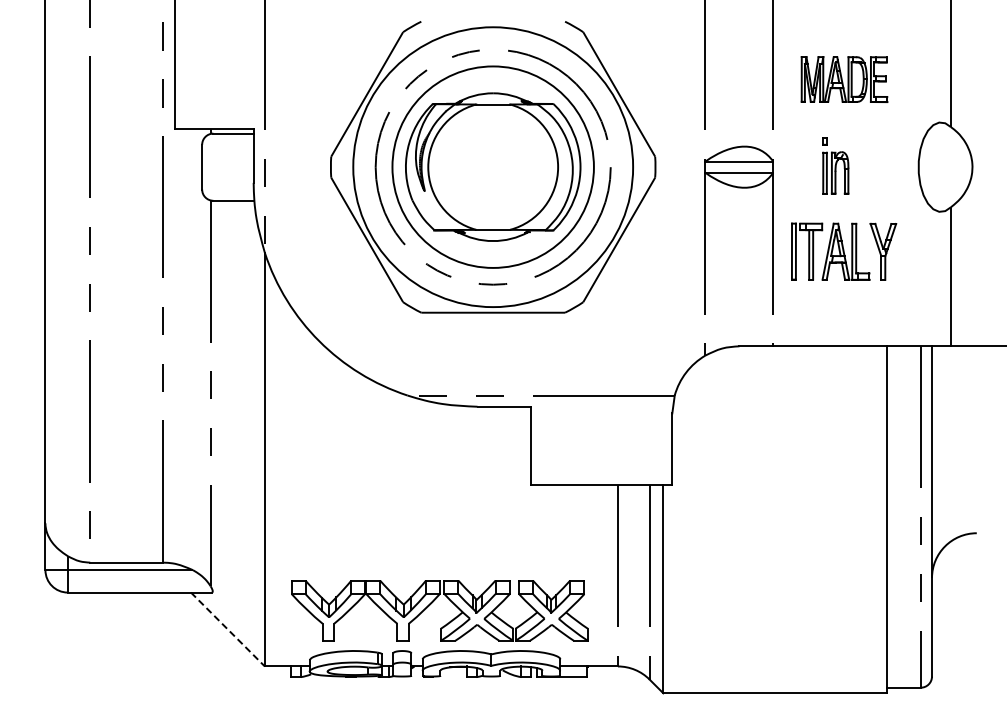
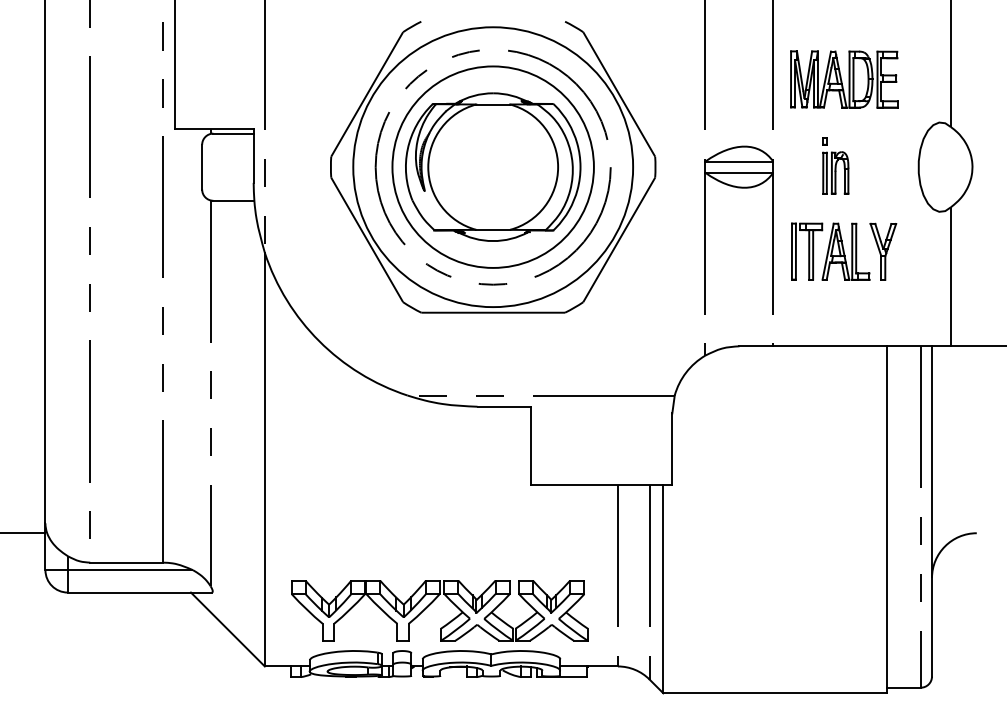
part at (844, 79) size: 89x47 px -> 109x59 px
line at (23, 533): none -> present
line at (228, 629): dashed -> solid
